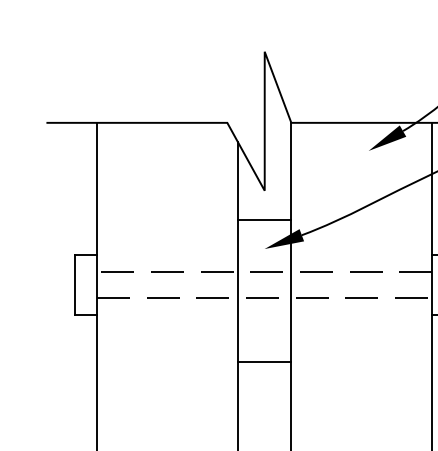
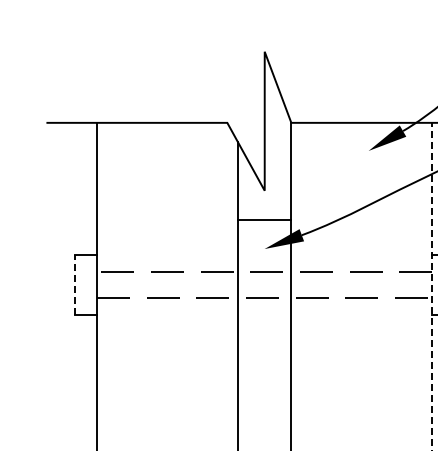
line at (74, 284): solid -> dashed
line at (432, 286): solid -> dashed
line at (264, 361): present -> none
